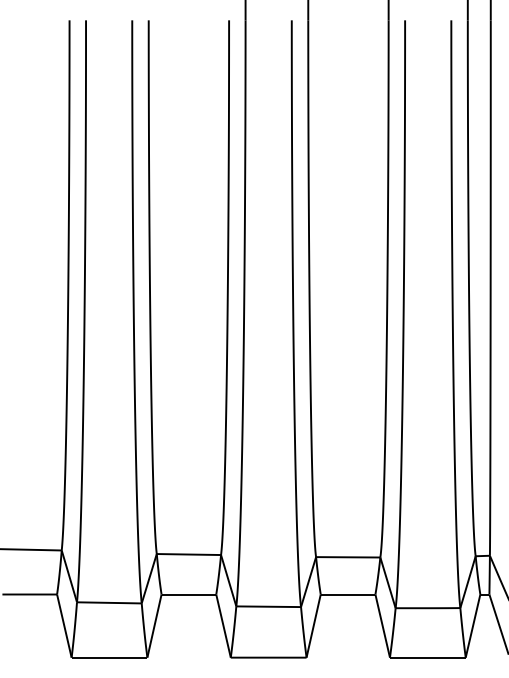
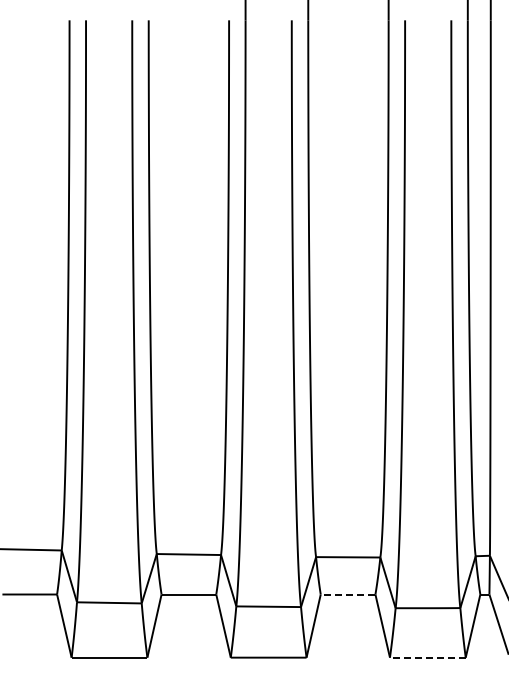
line at (348, 594): solid -> dashed
line at (427, 657): solid -> dashed
